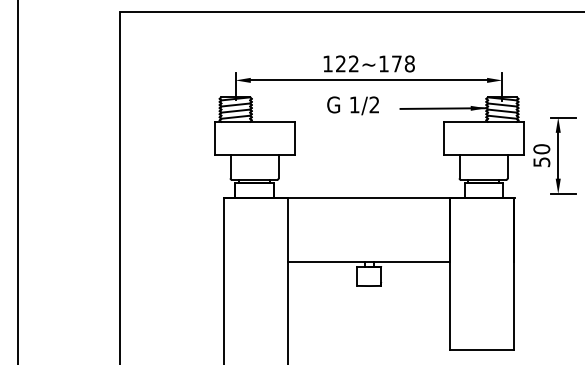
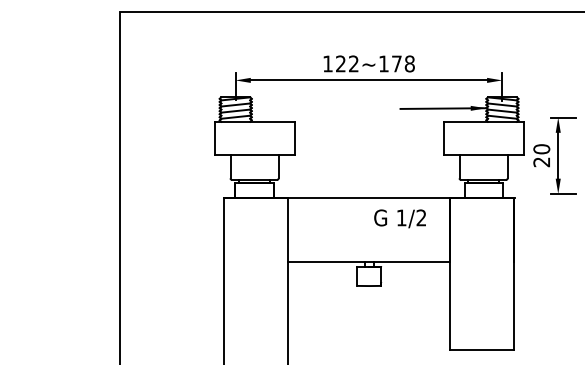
text at (352, 105) position: (352, 105) -> (399, 218)
text at (541, 162): 50 -> 20
line at (17, 181): present -> none
